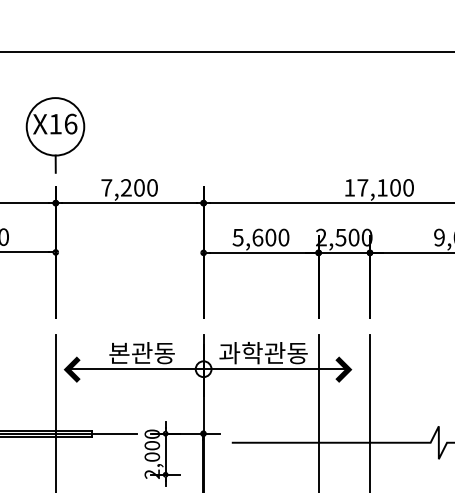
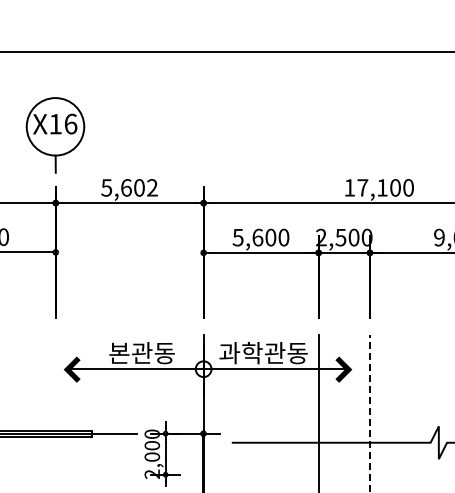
text at (129, 187): 7,200 -> 5,602
line at (55, 411): present -> none
line at (370, 413): solid -> dashed
